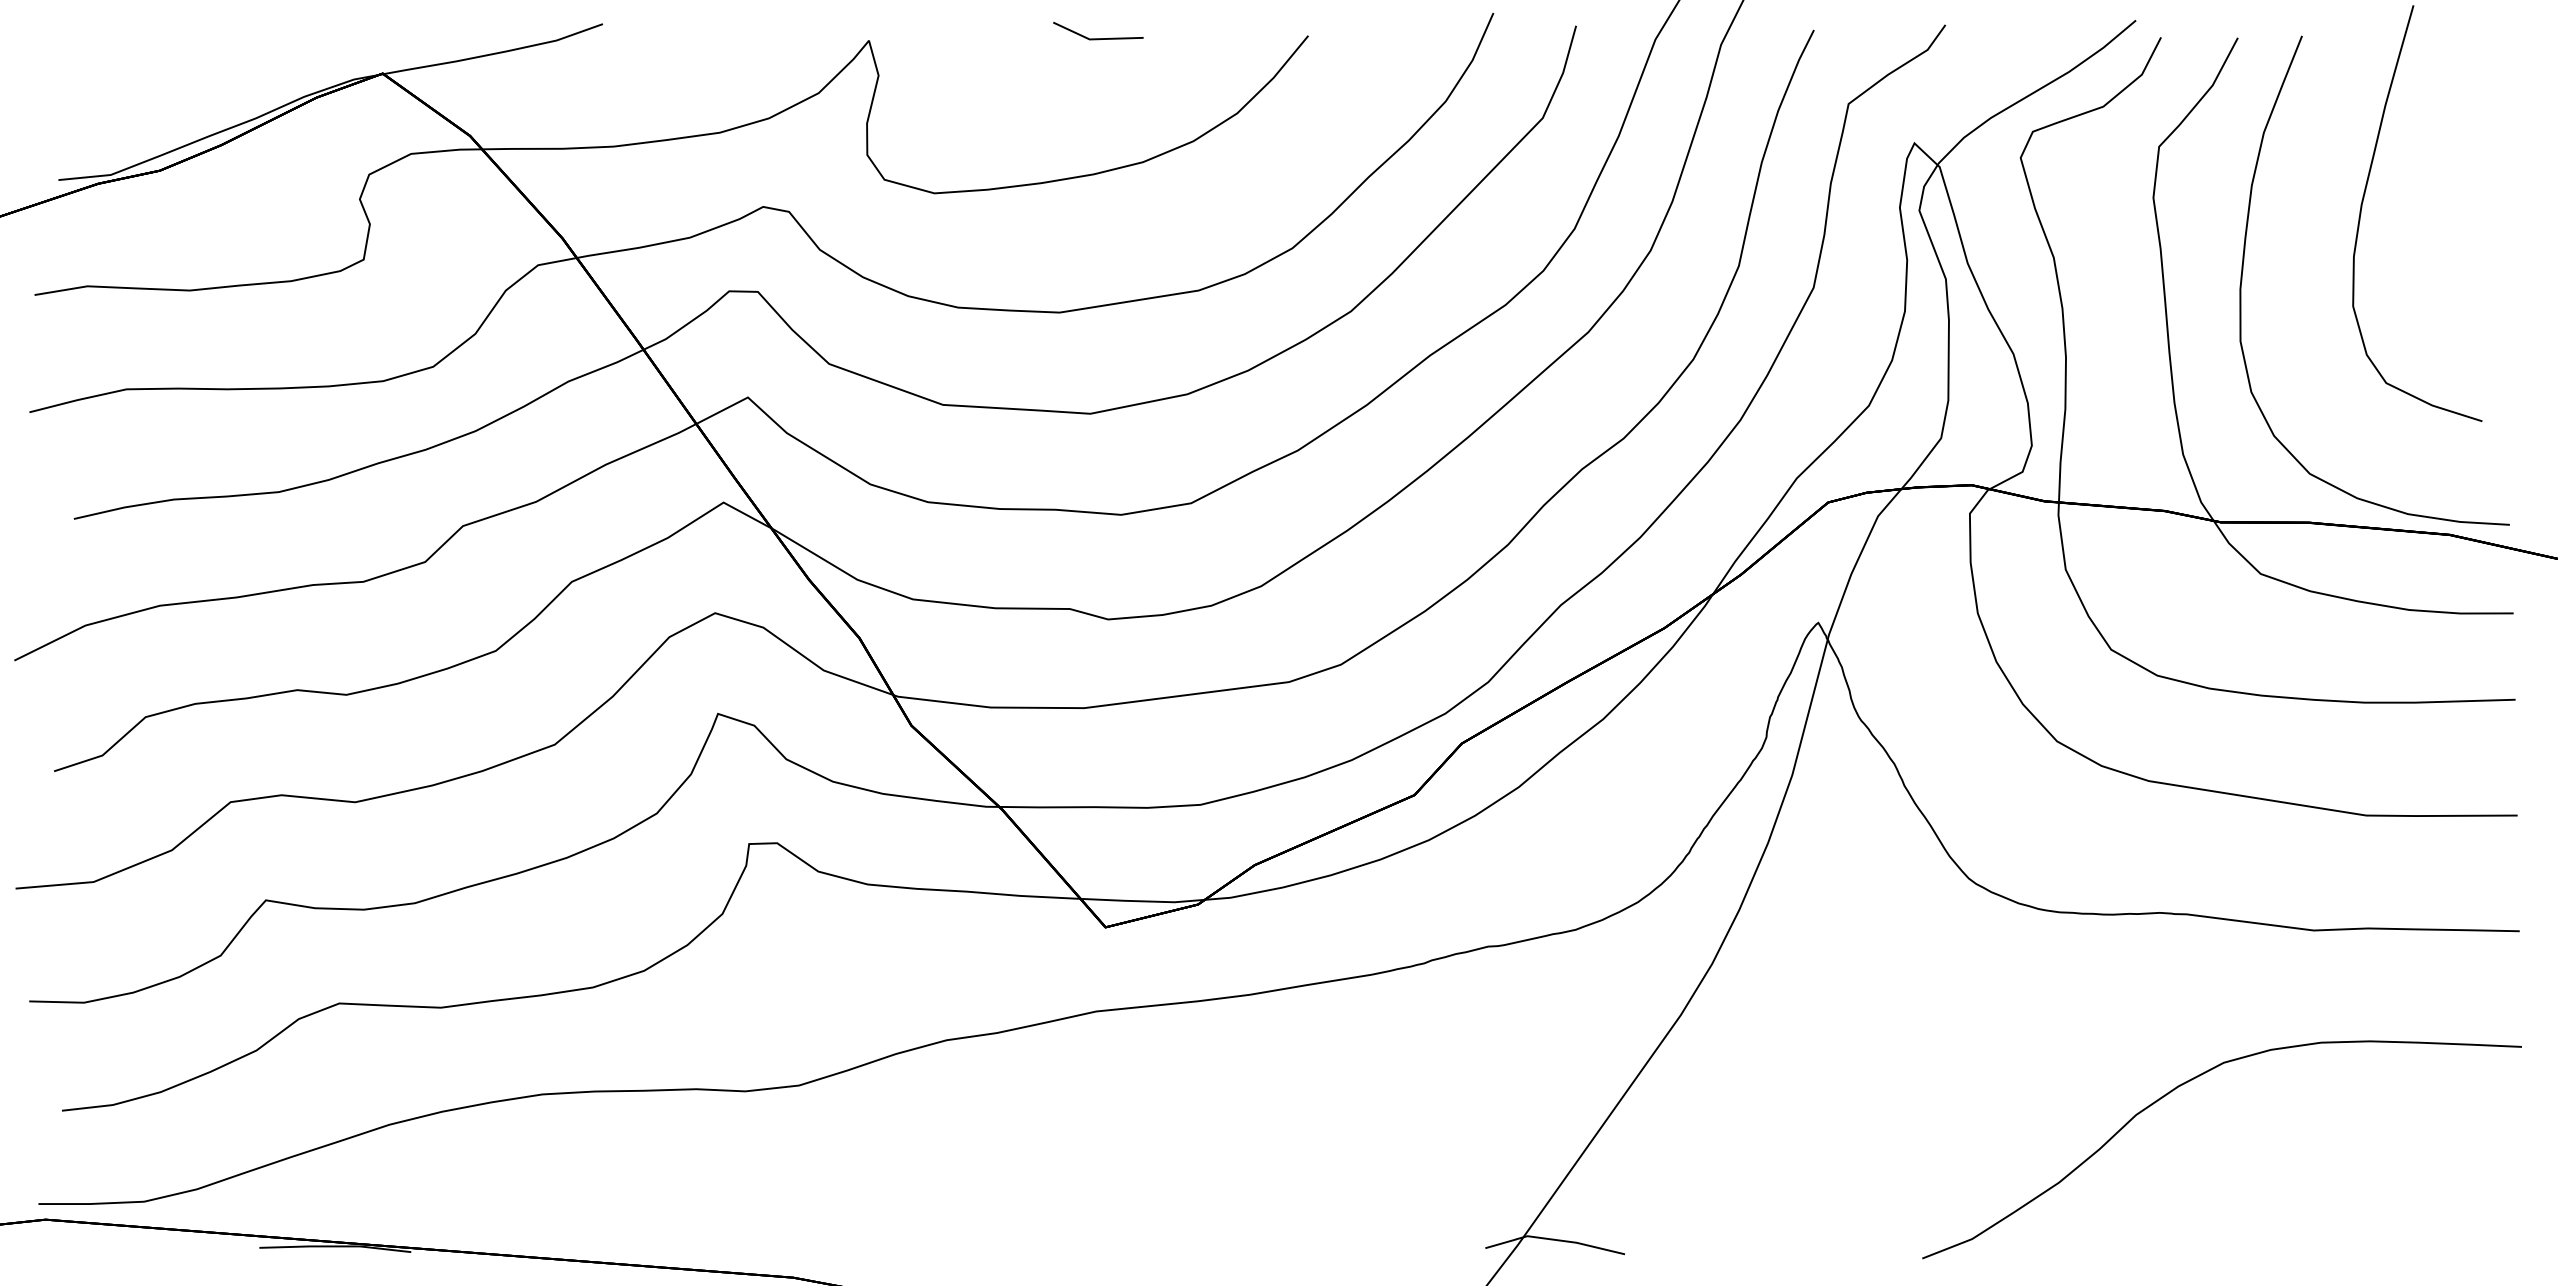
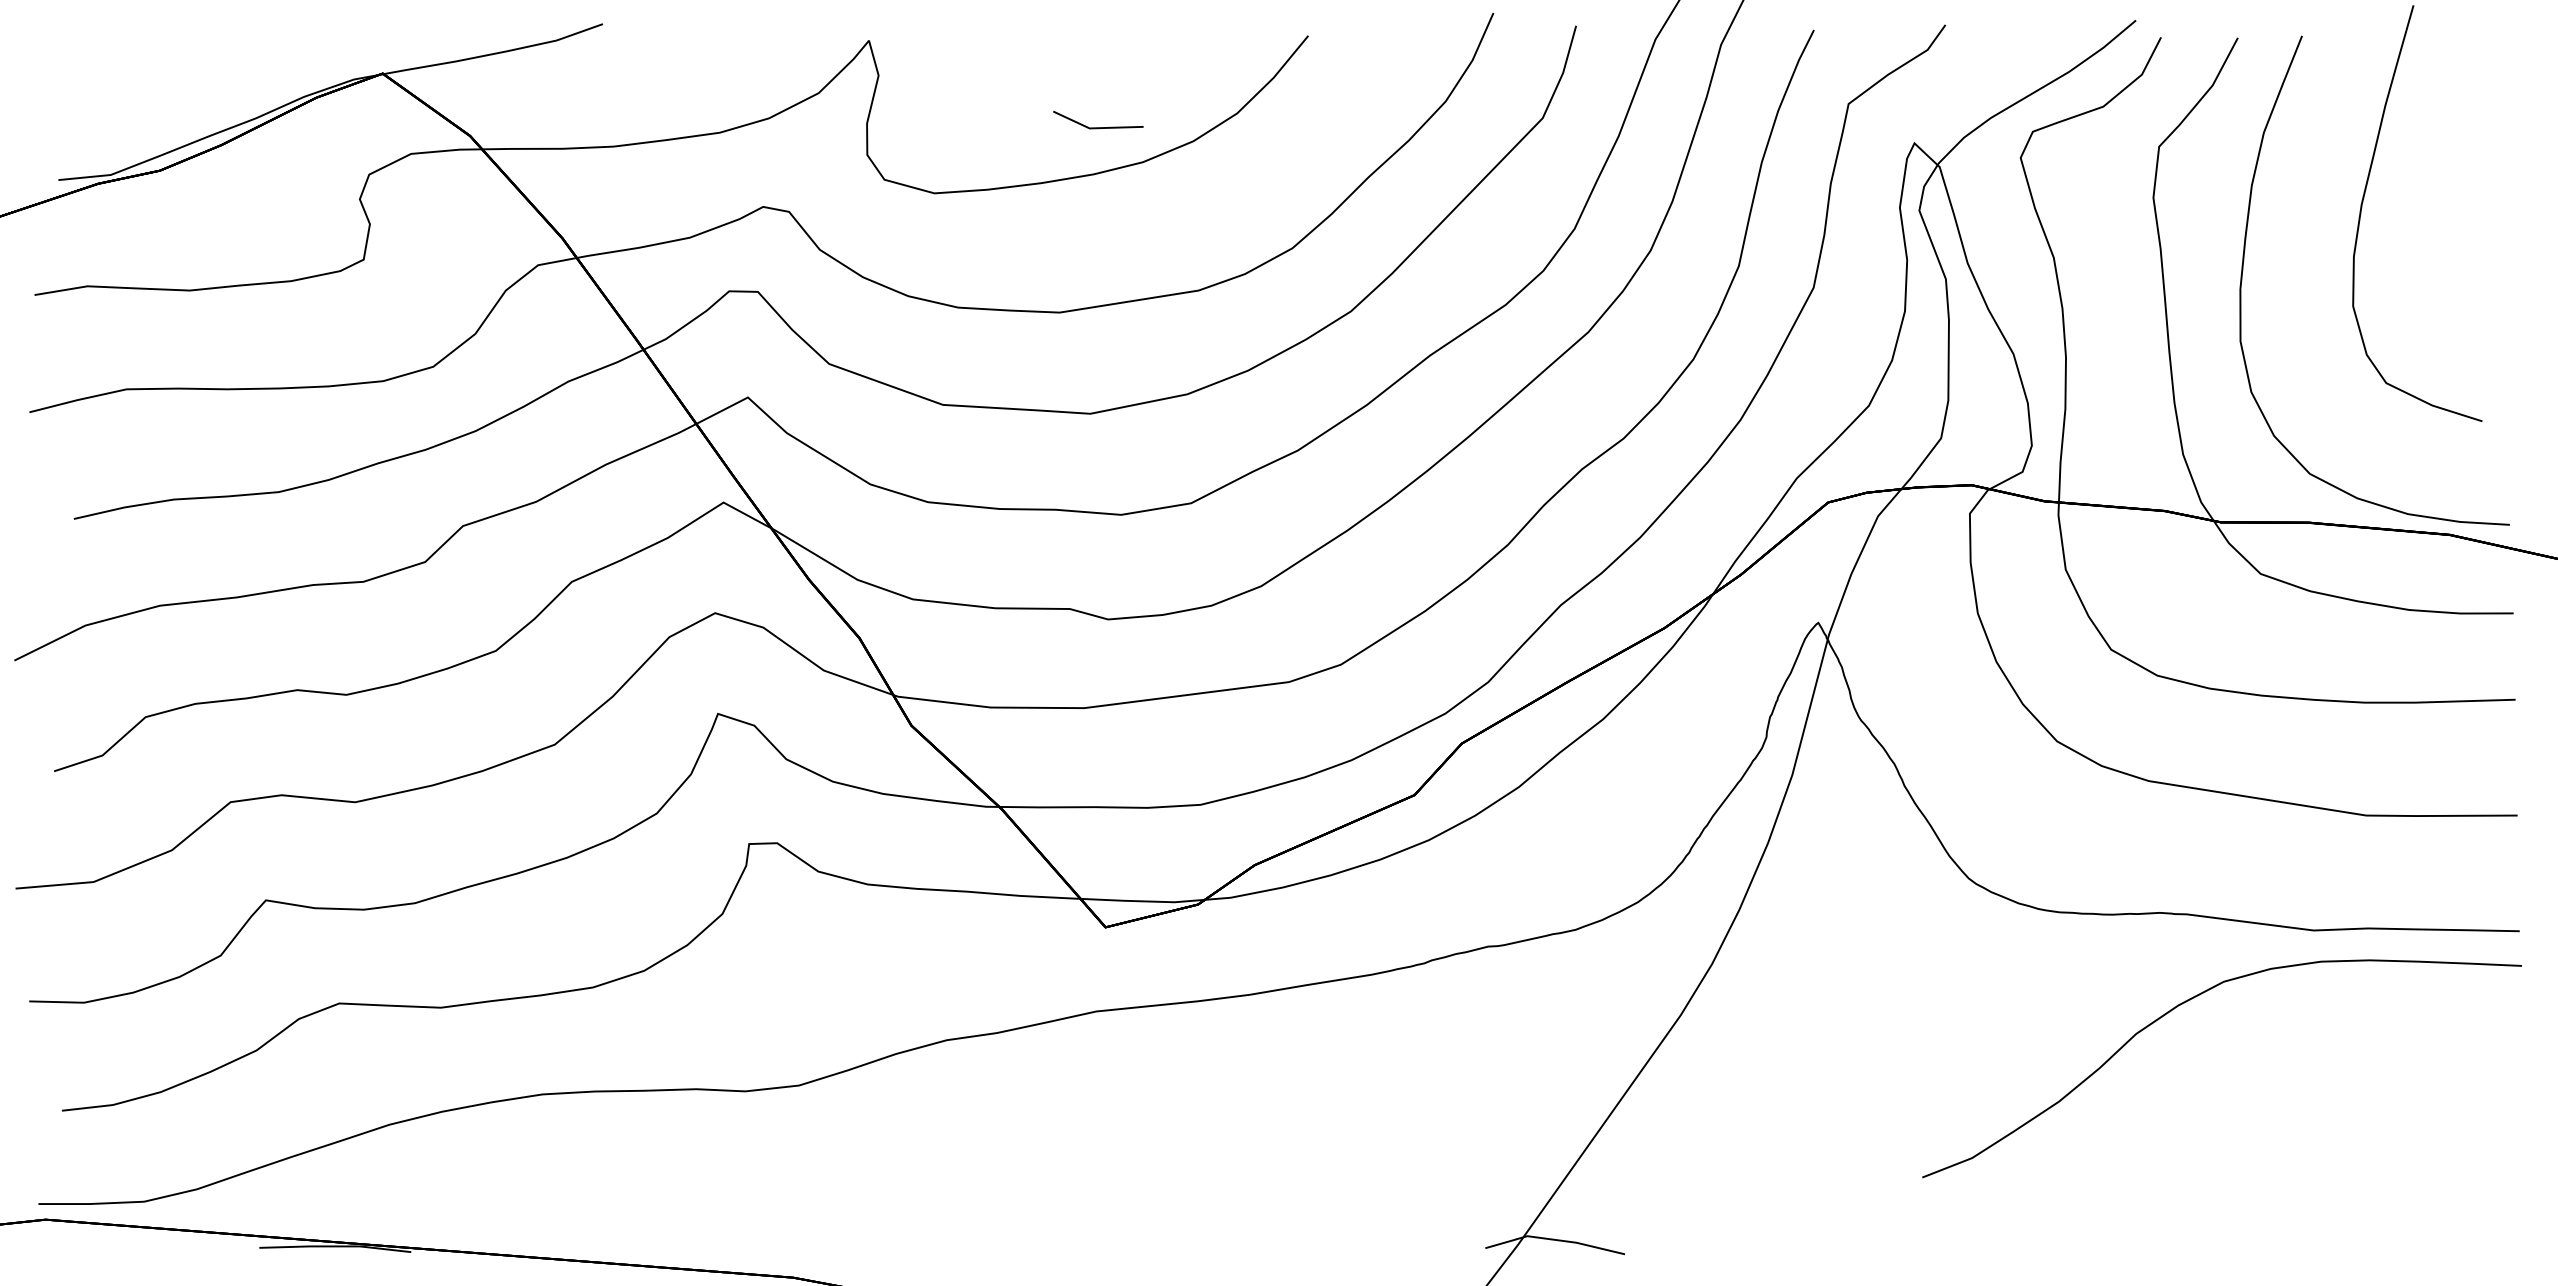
line at (1098, 38) position: (1098, 38) -> (1098, 127)
curve at (2188, 1082) position: (2188, 1082) -> (2188, 1001)
